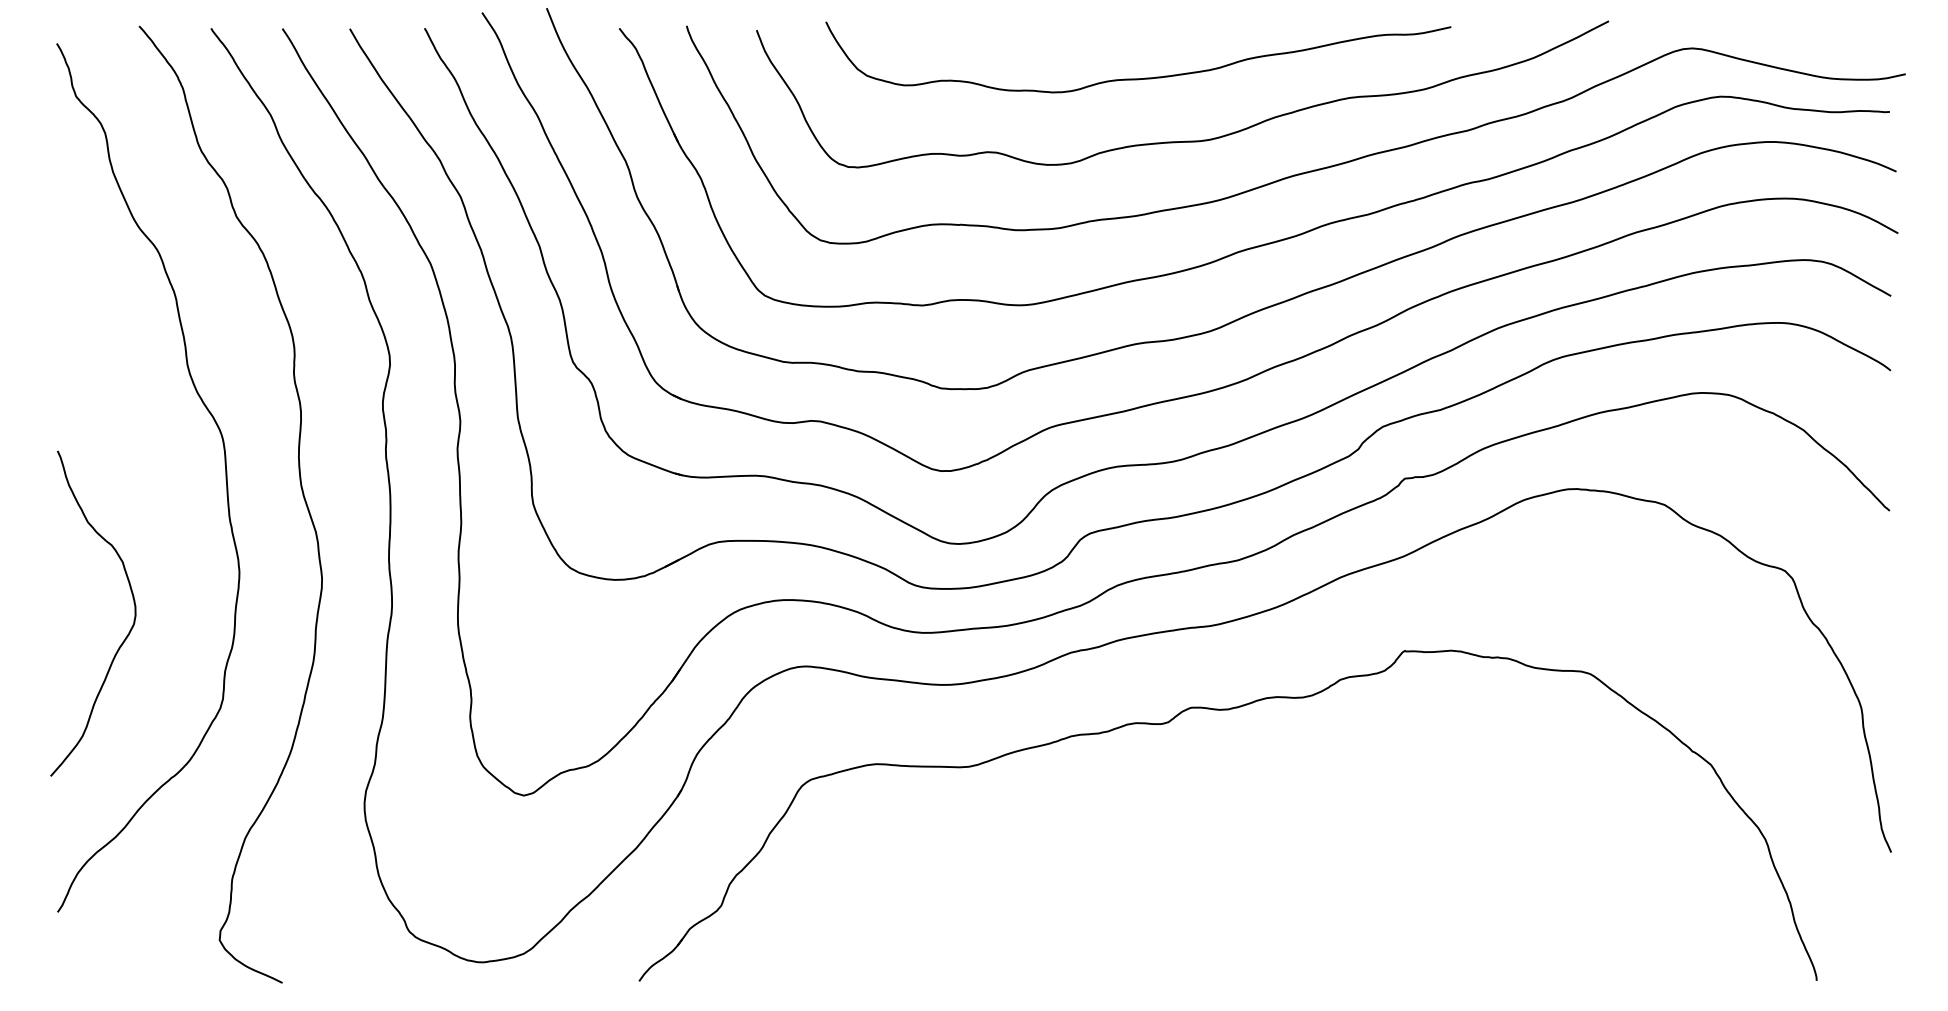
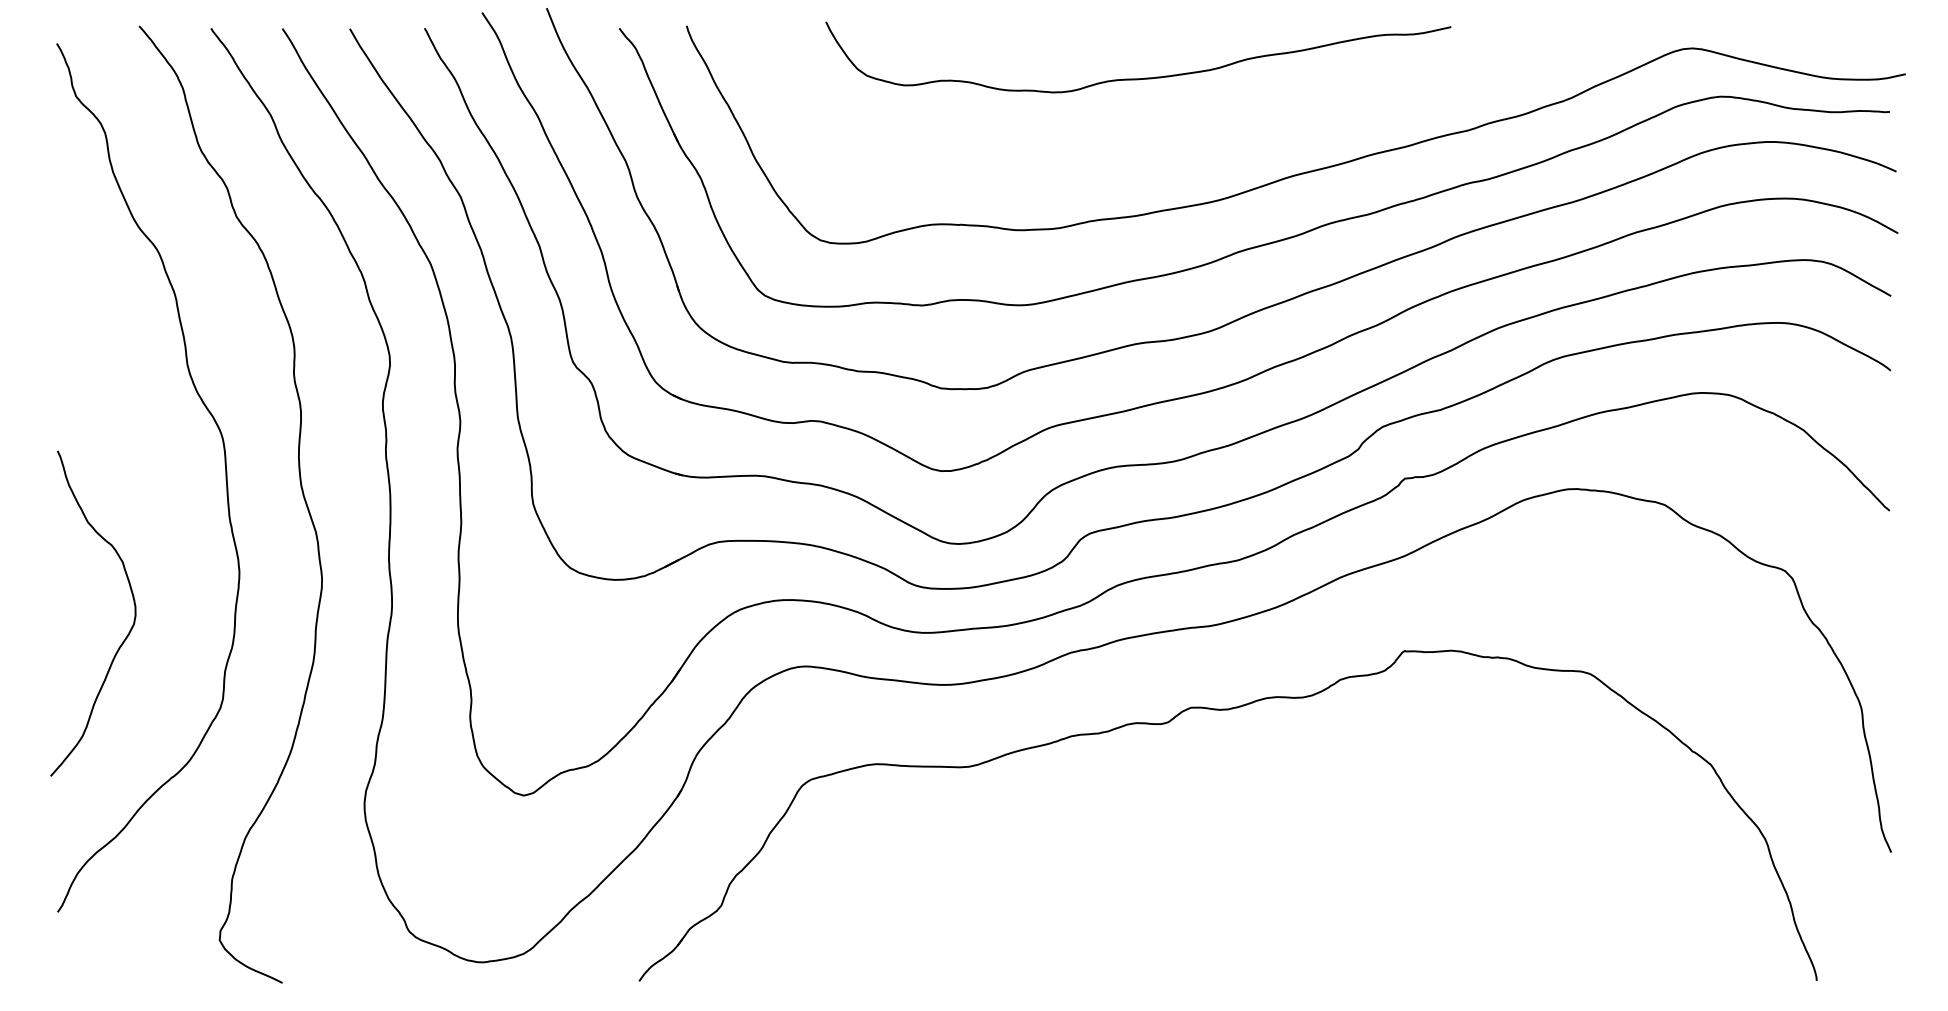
curve at (1186, 140): present -> none
